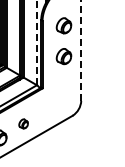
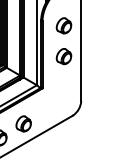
line at (36, 42): dashed -> solid
line at (81, 50): dashed -> solid
part at (23, 123) size: 11x12 px -> 17x18 px
